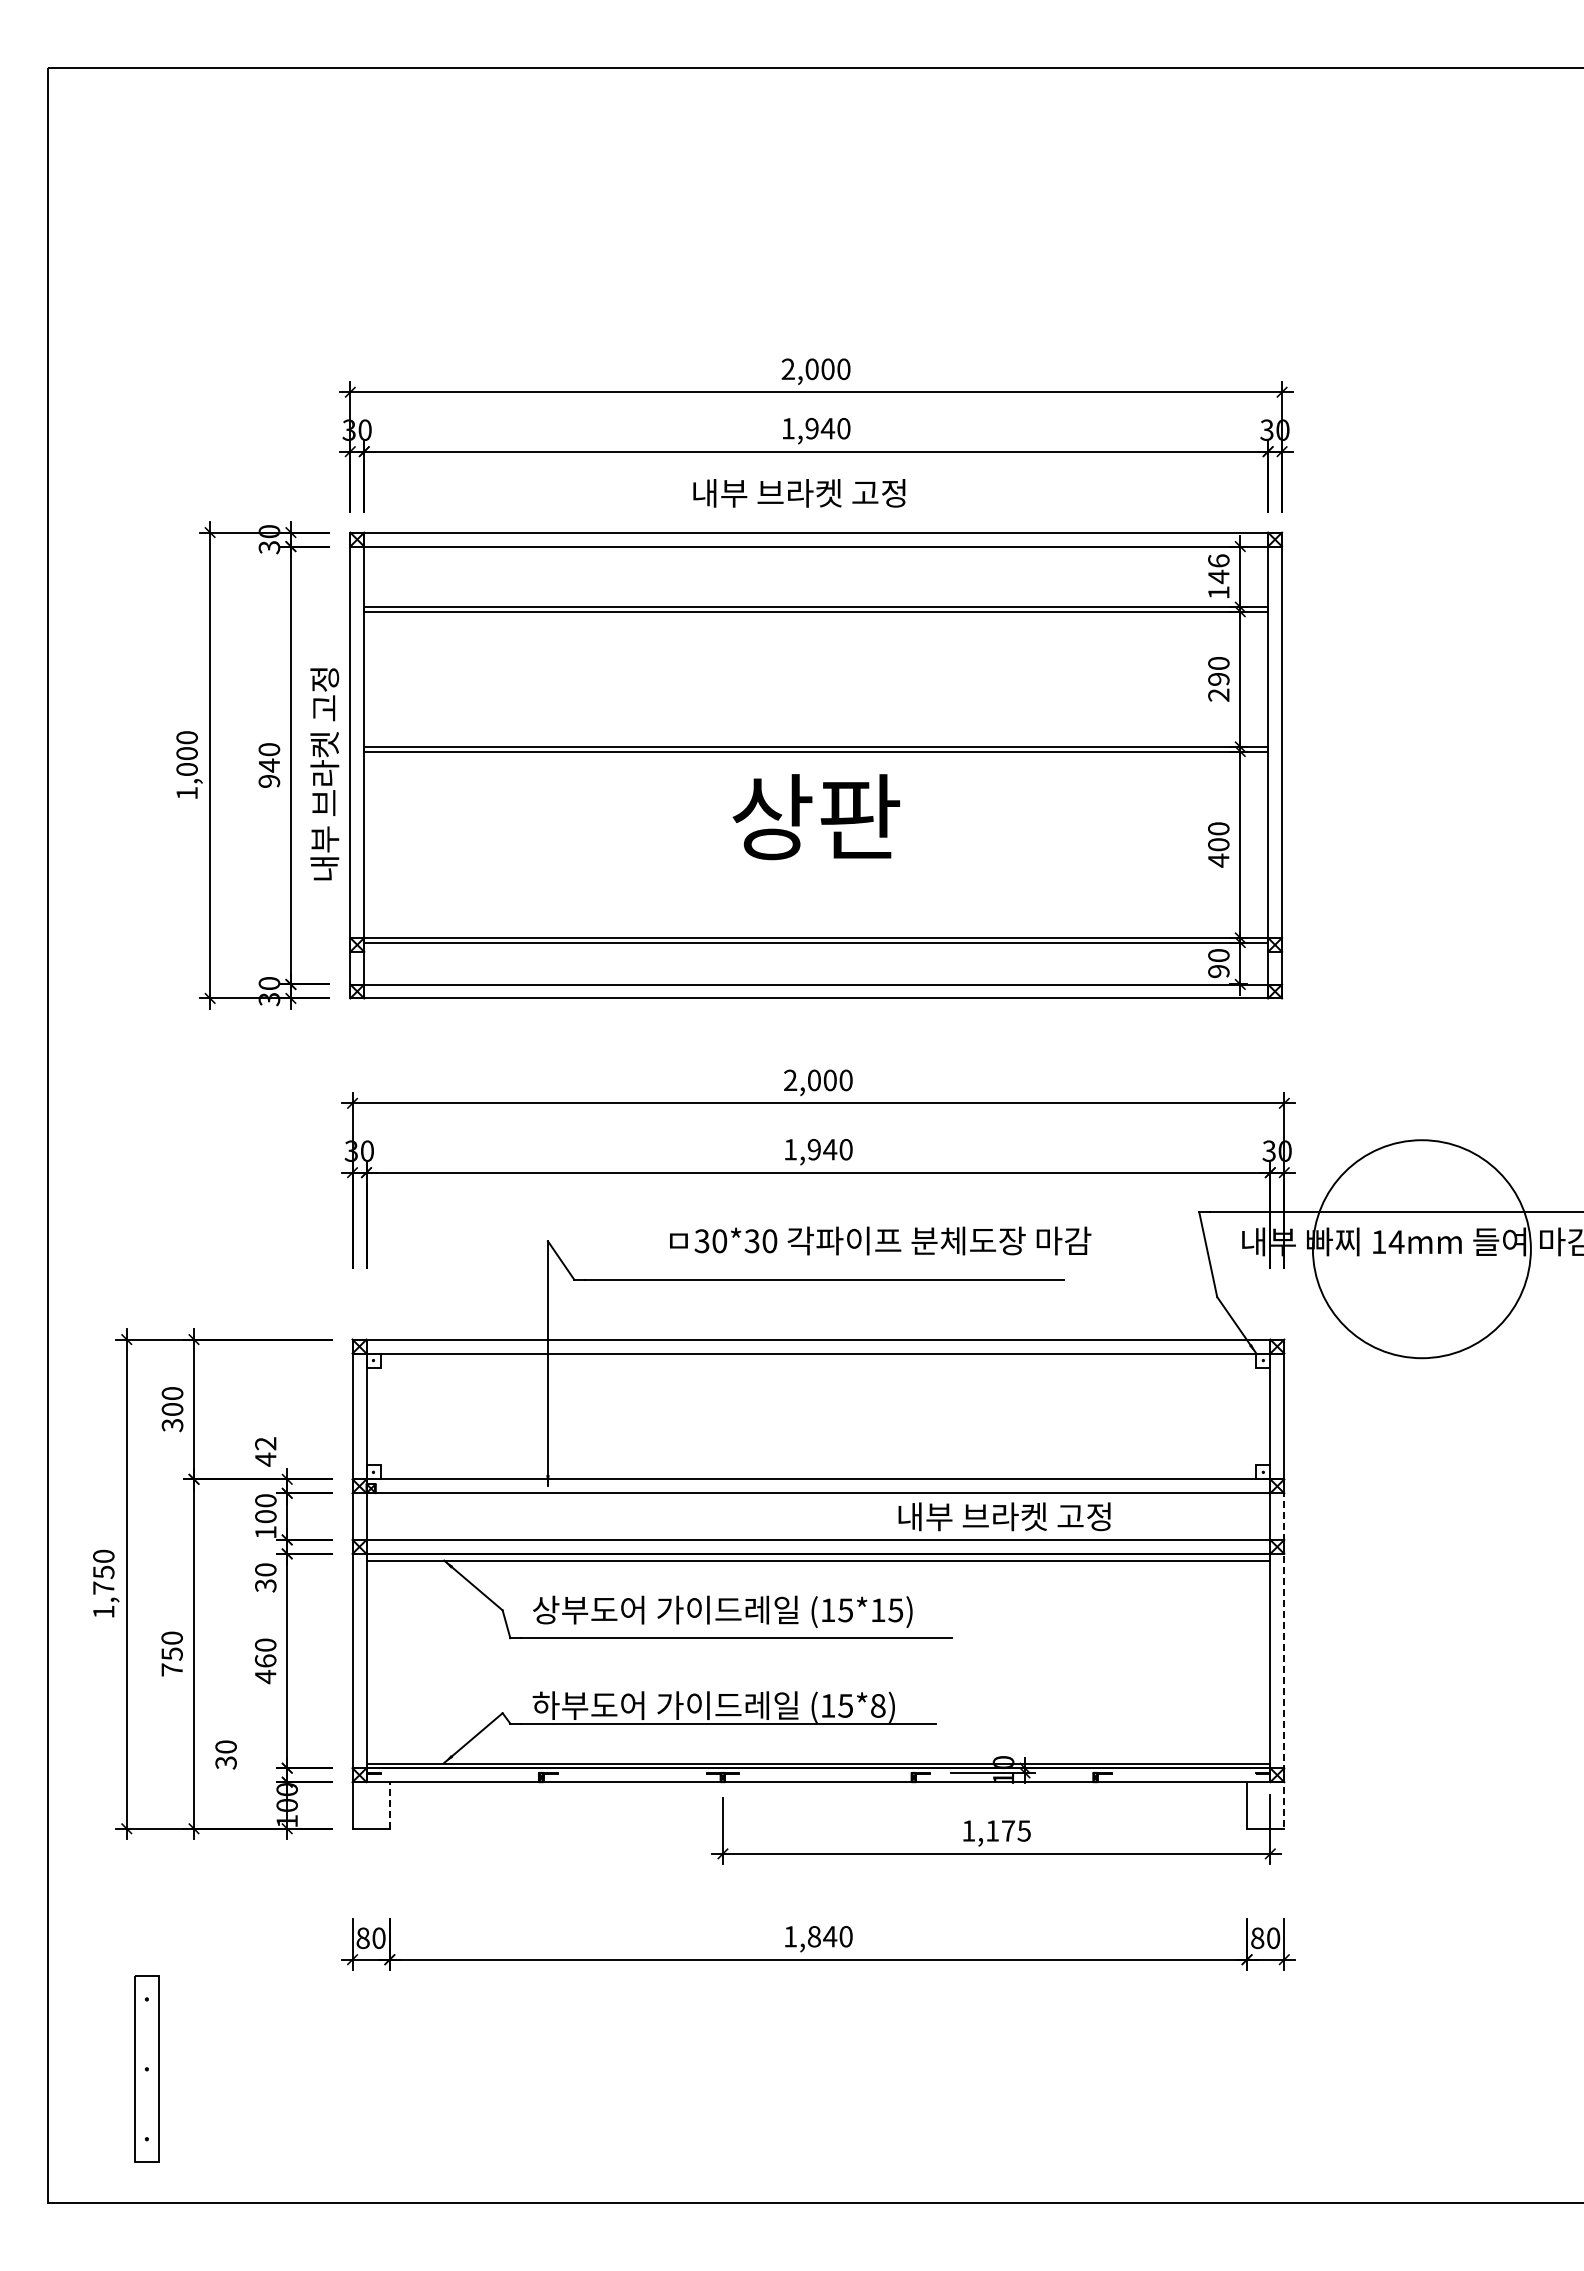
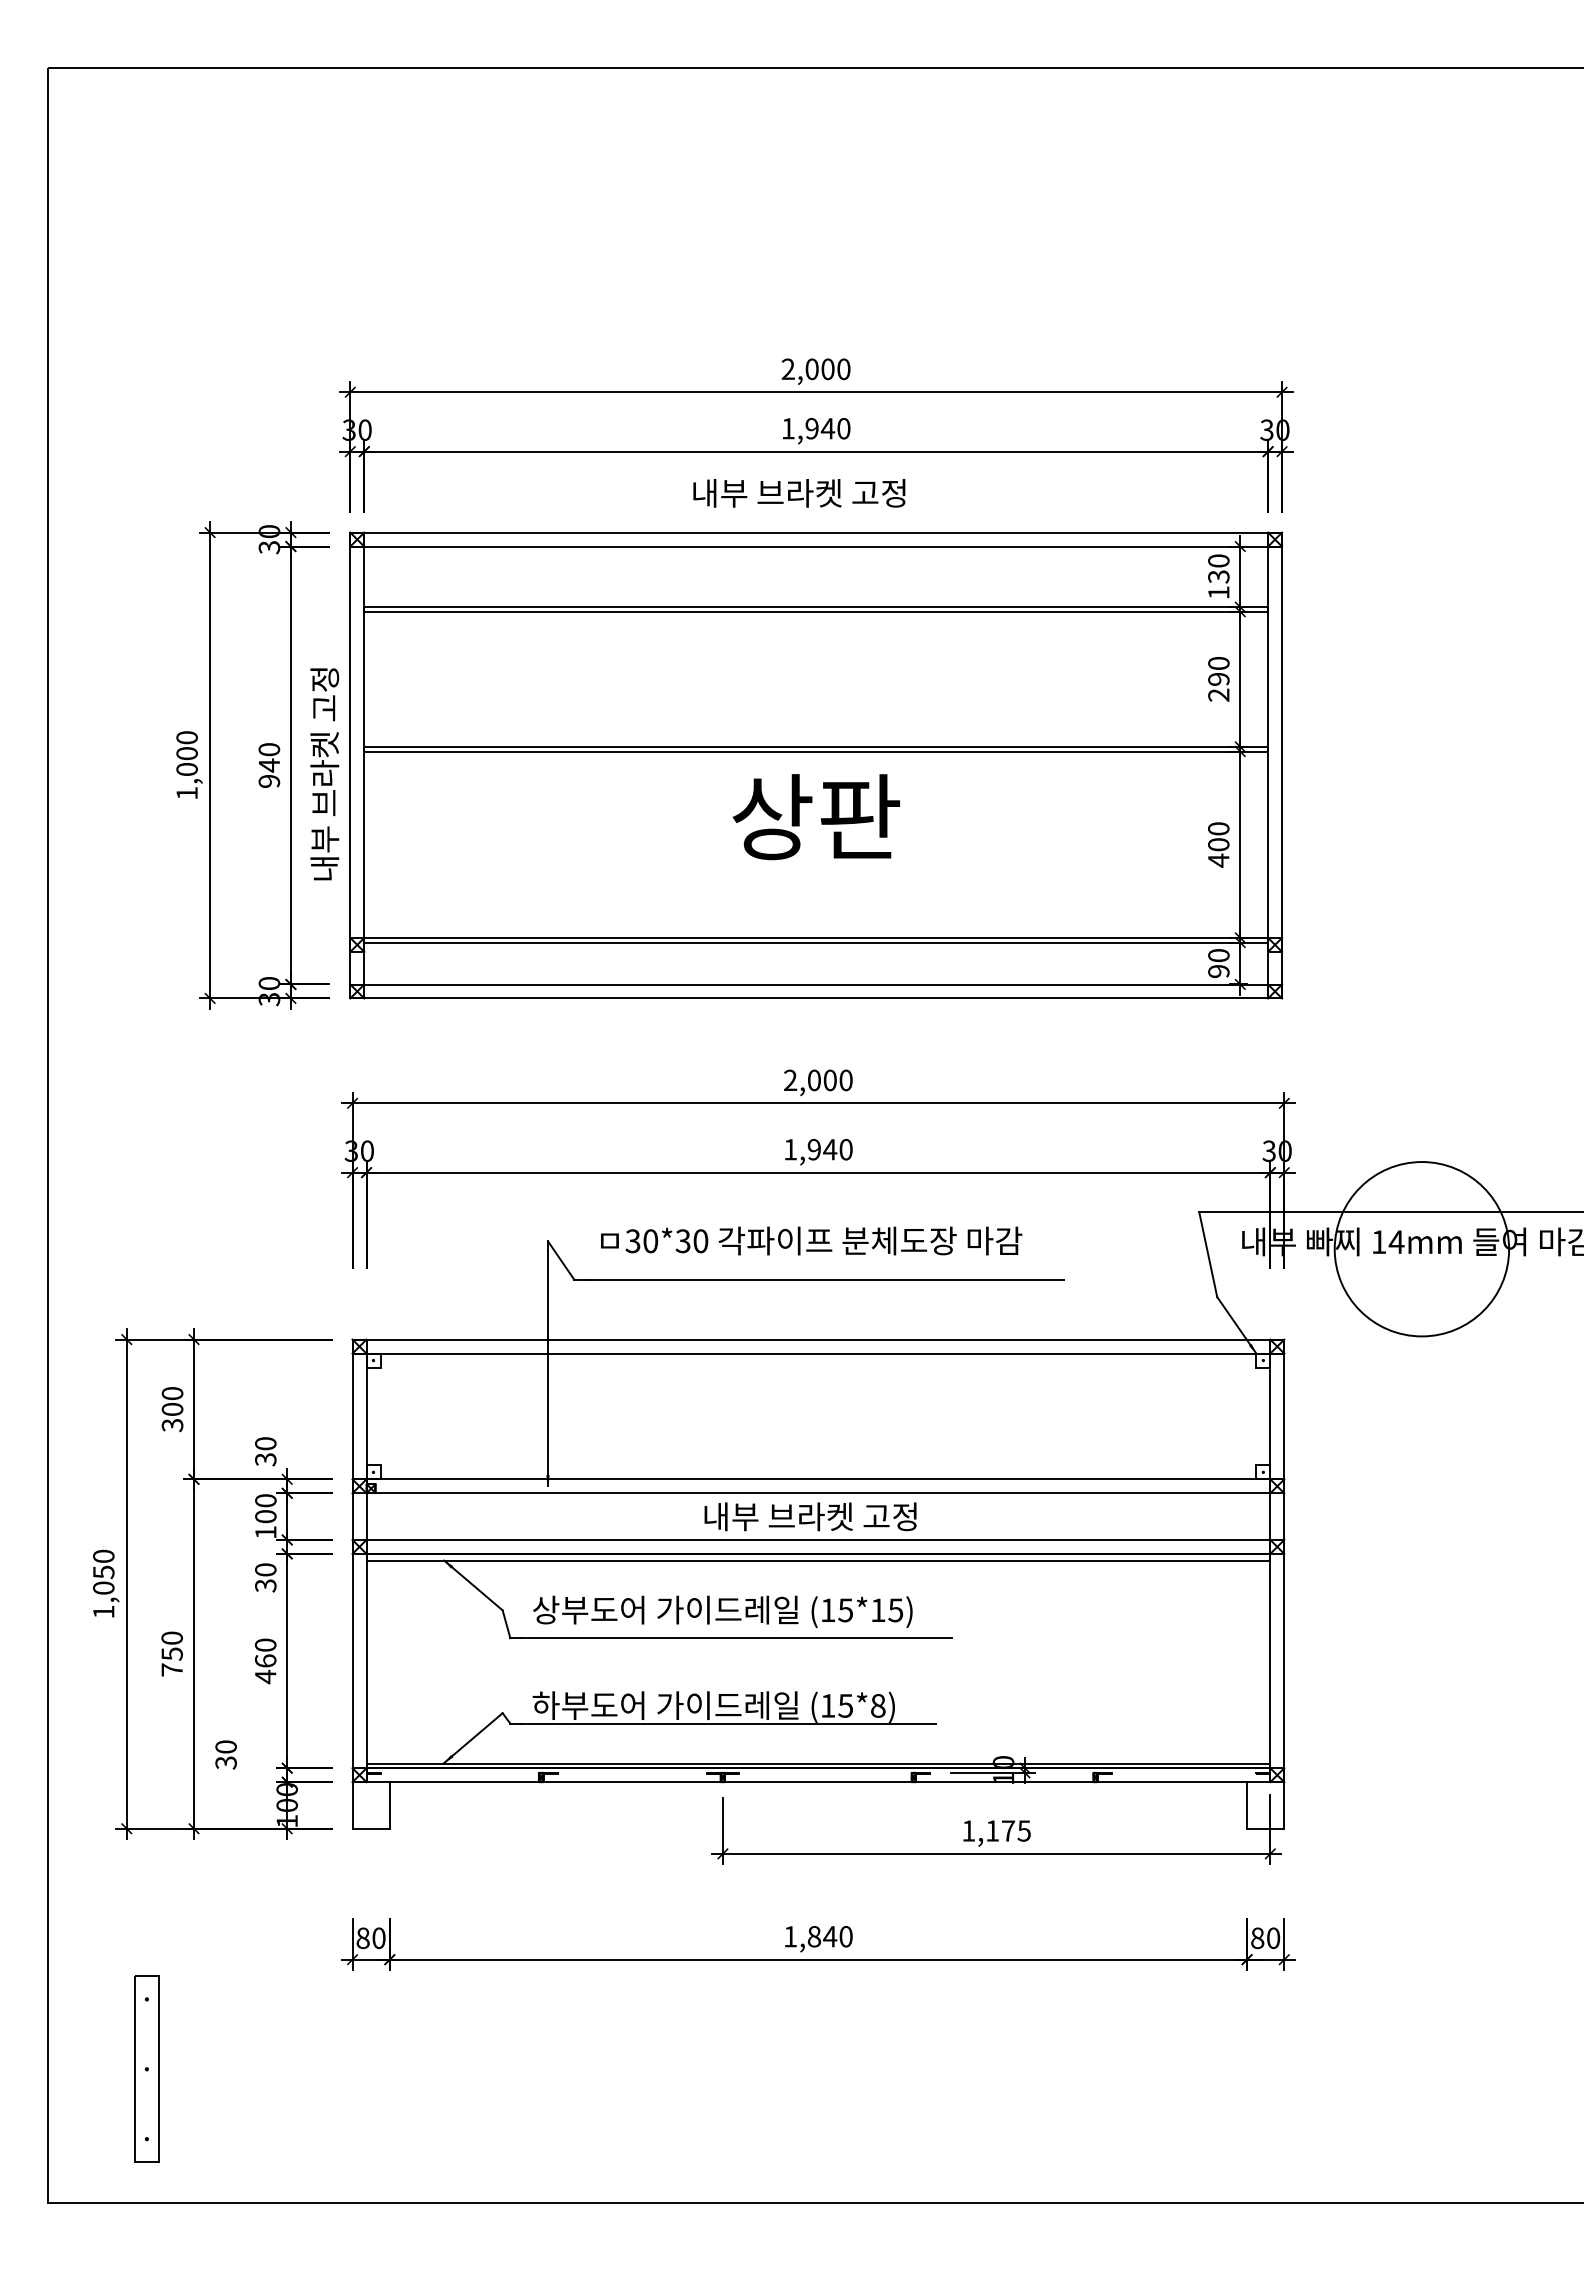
text at (1218, 569): 146 -> 130
text at (880, 1240) position: (880, 1240) -> (811, 1240)
circle at (1421, 1249) diameter: 218 px -> 174 px
text at (265, 1451): 42 -> 30
text at (1004, 1516) position: (1004, 1516) -> (810, 1516)
text at (103, 1587): 1,750 -> 1,050
line at (1284, 1654): dashed -> solid
line at (389, 1804): dashed -> solid
